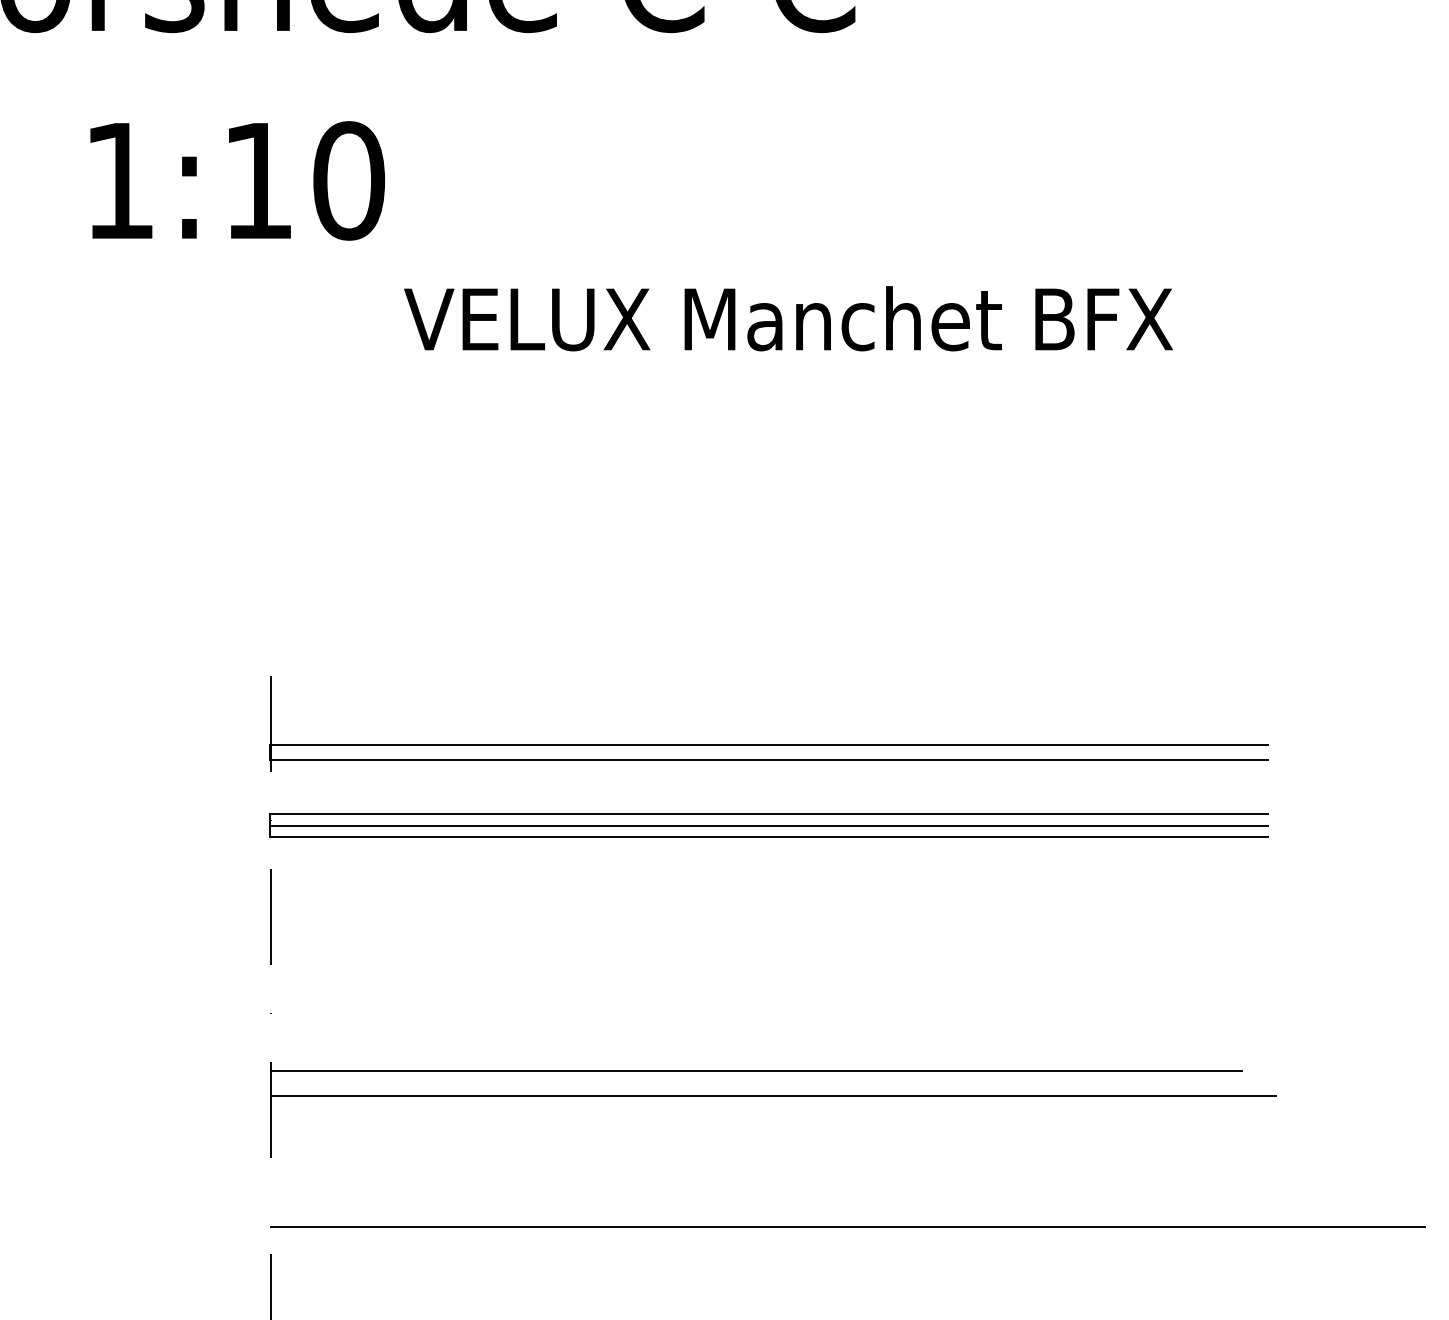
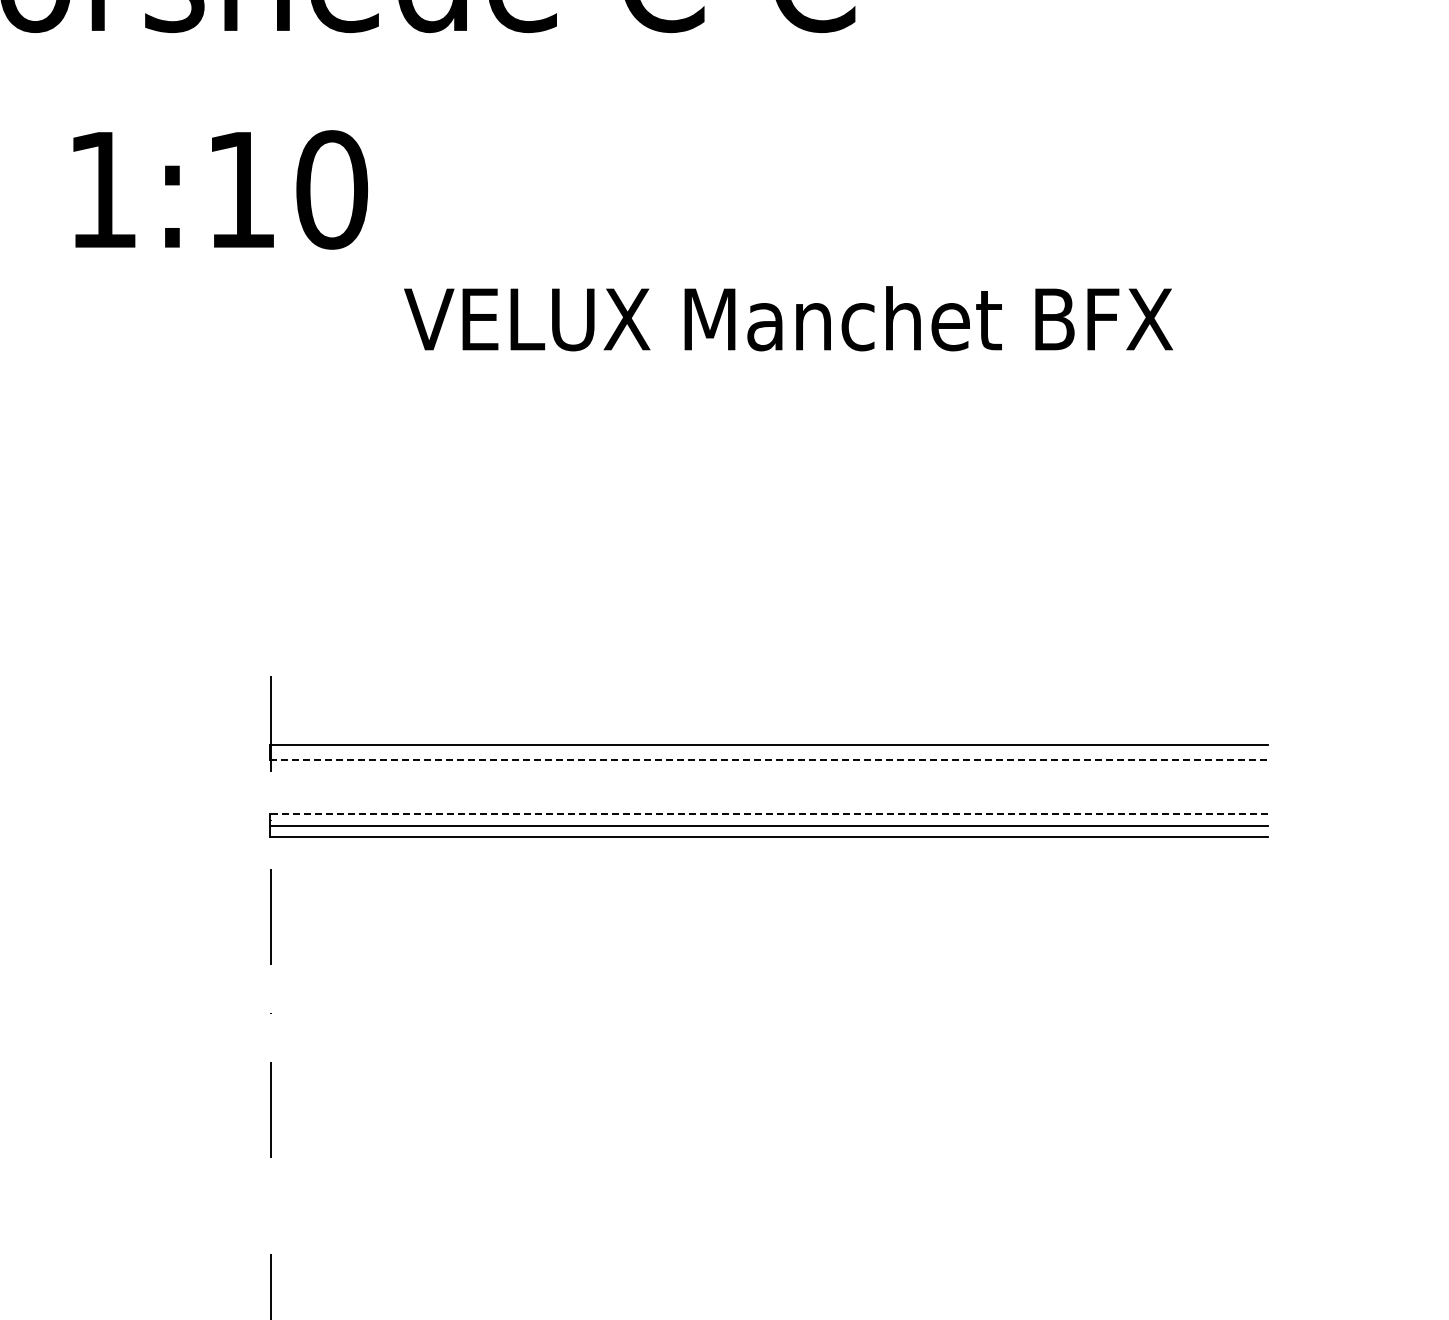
text at (237, 180) position: (237, 180) -> (220, 189)
line at (768, 760): solid -> dashed
line at (768, 814): solid -> dashed
line at (756, 1070): present -> none
line at (773, 1095): present -> none
line at (847, 1227): present -> none
